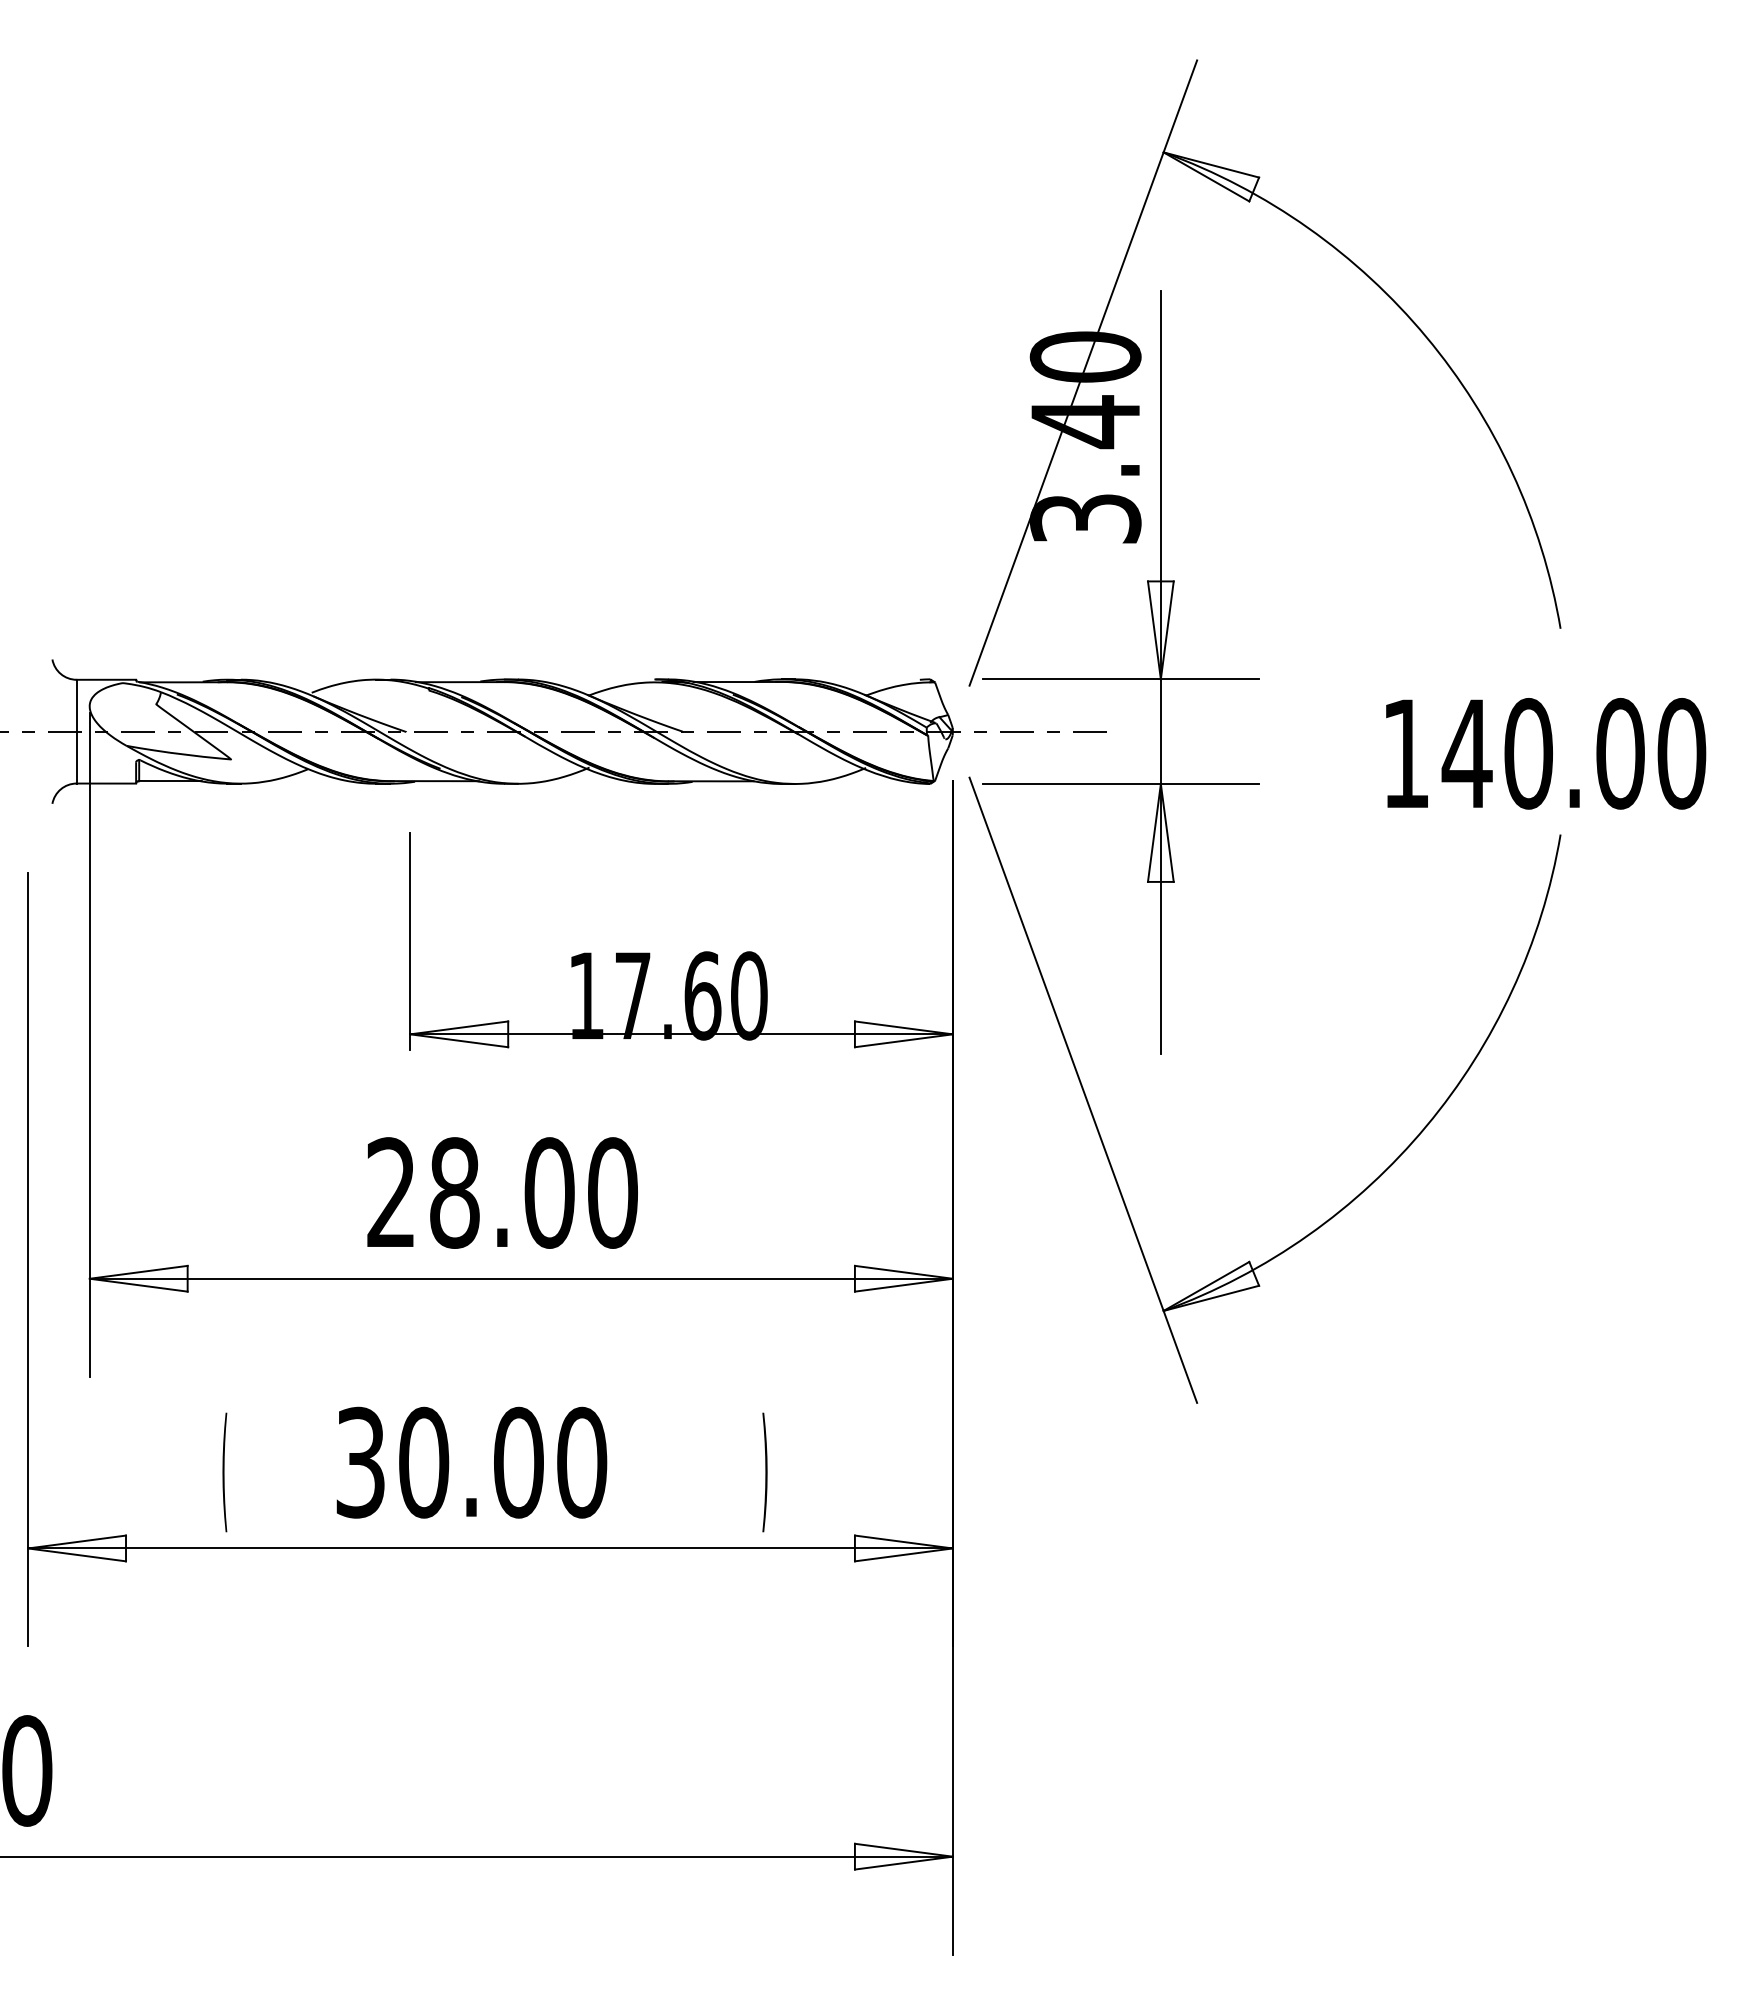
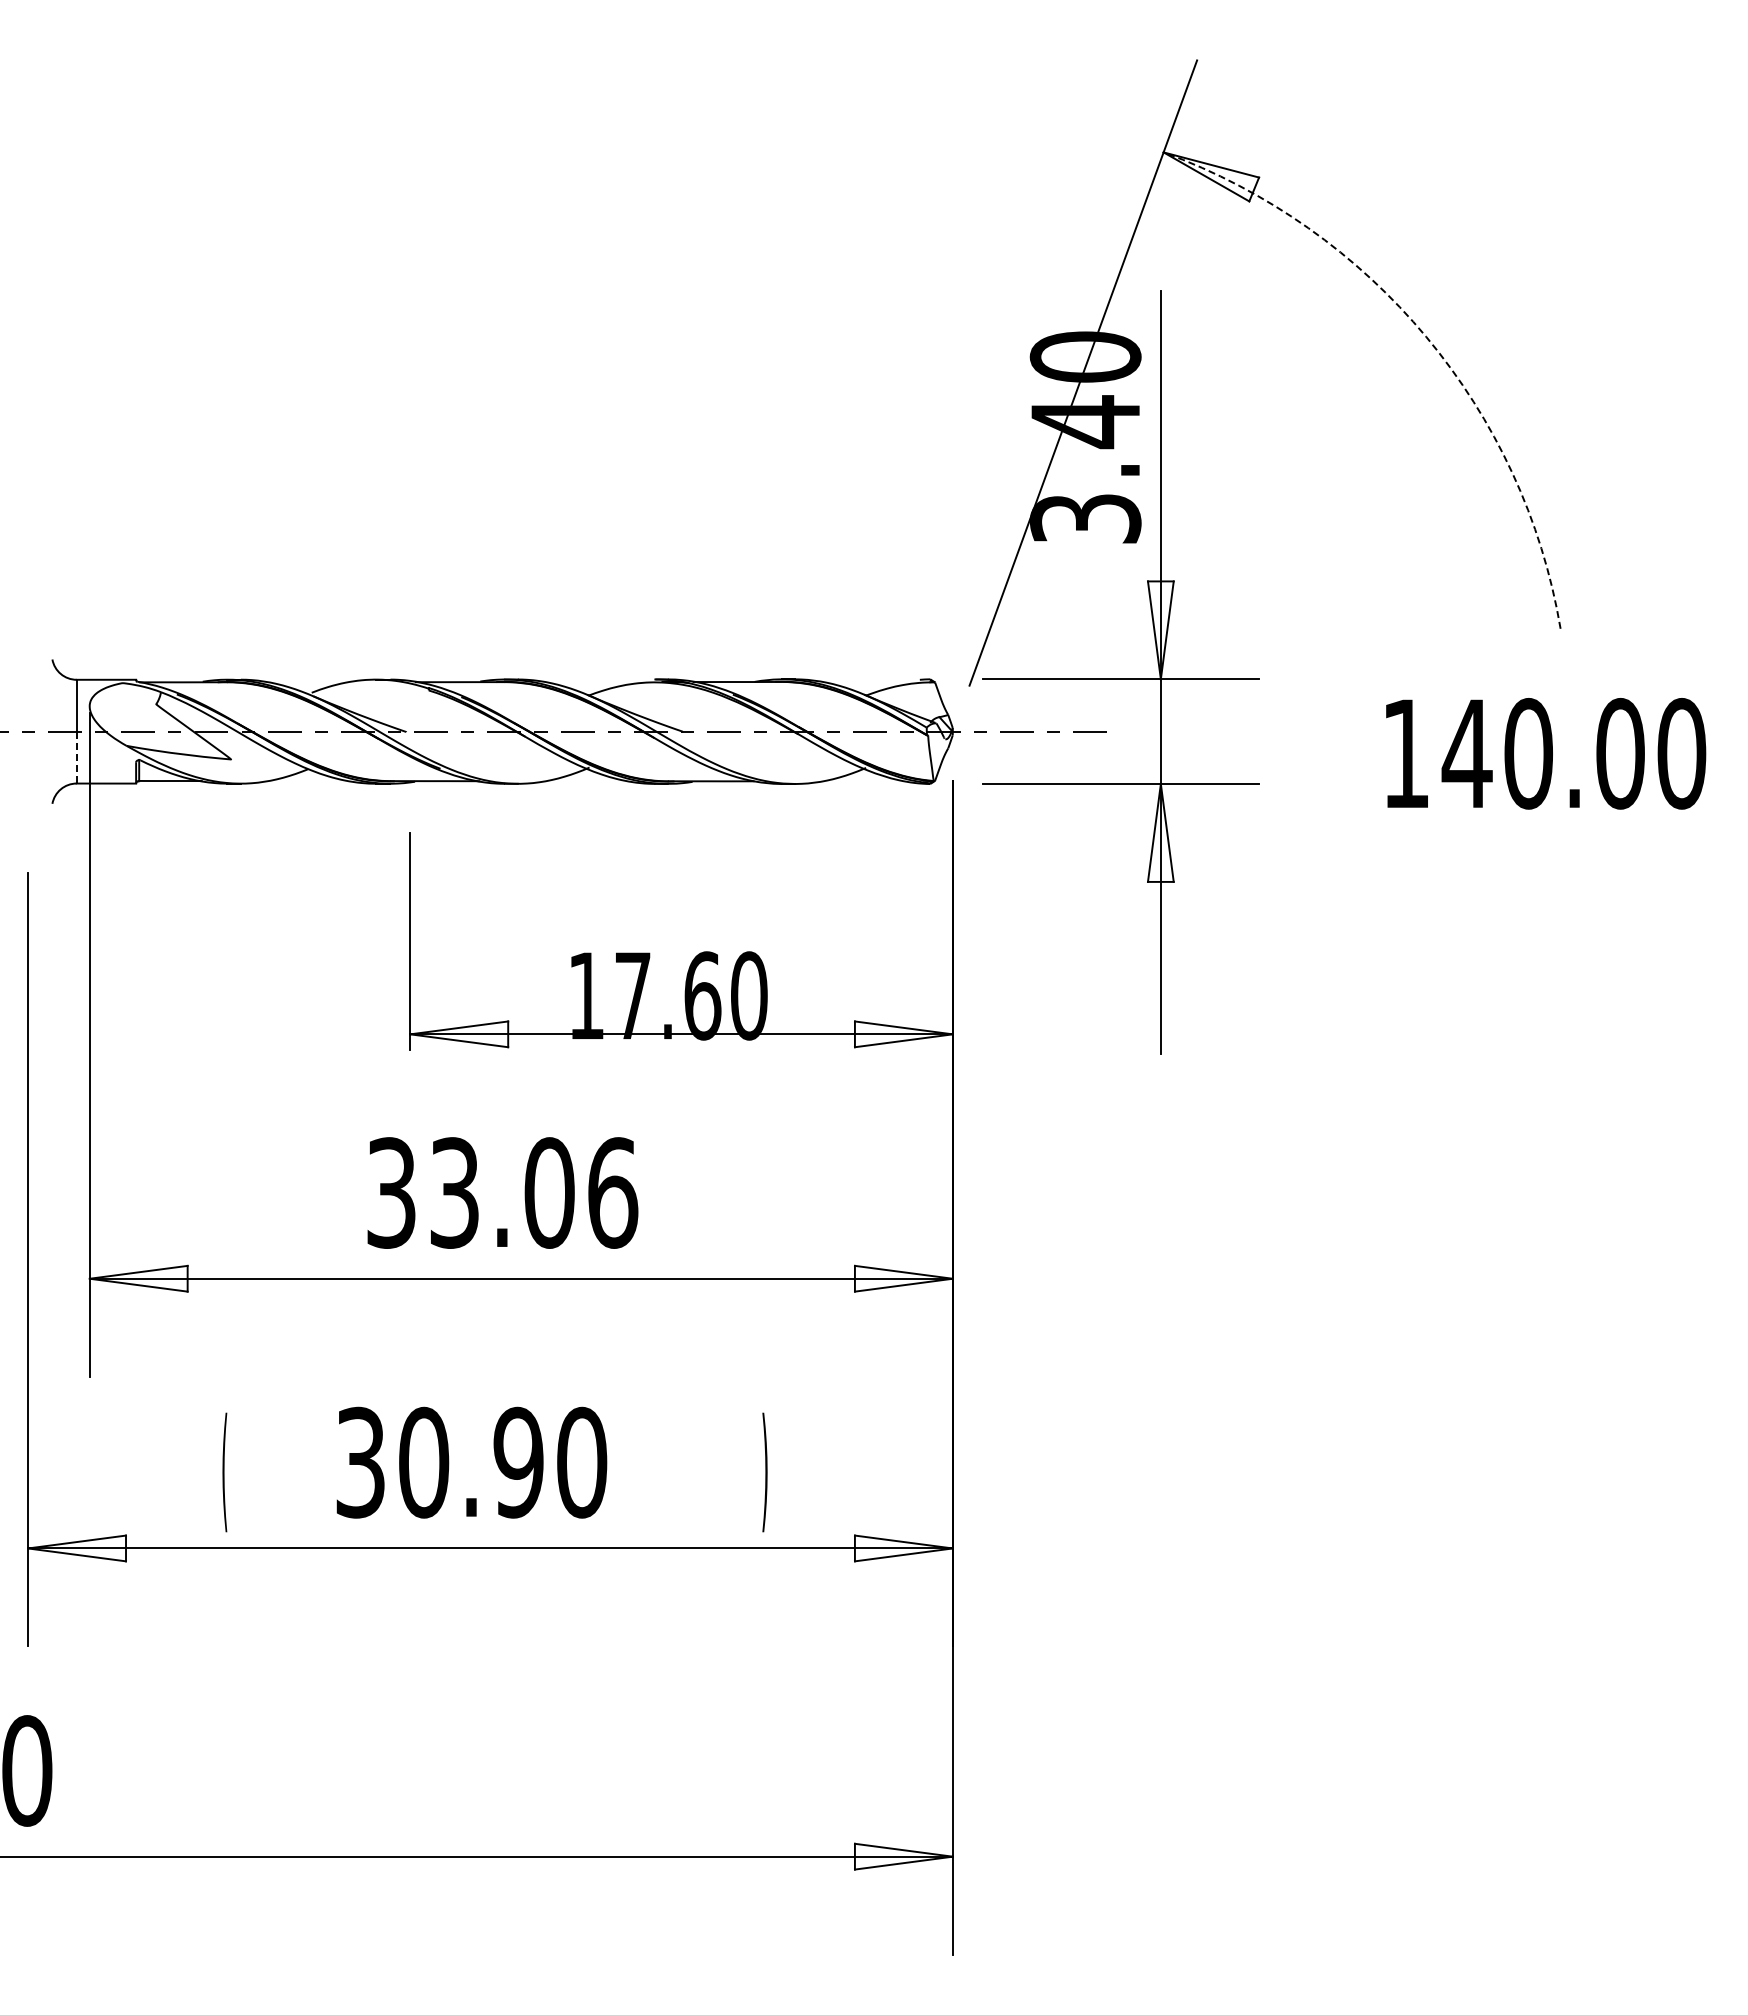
arc at (1426, 337): solid -> dashed
line at (76, 757): solid -> dashed
text at (502, 1192): 28.00 -> 33.06
part at (1354, 1197): present -> none
text at (518, 1462): 30.00 -> 30.90
